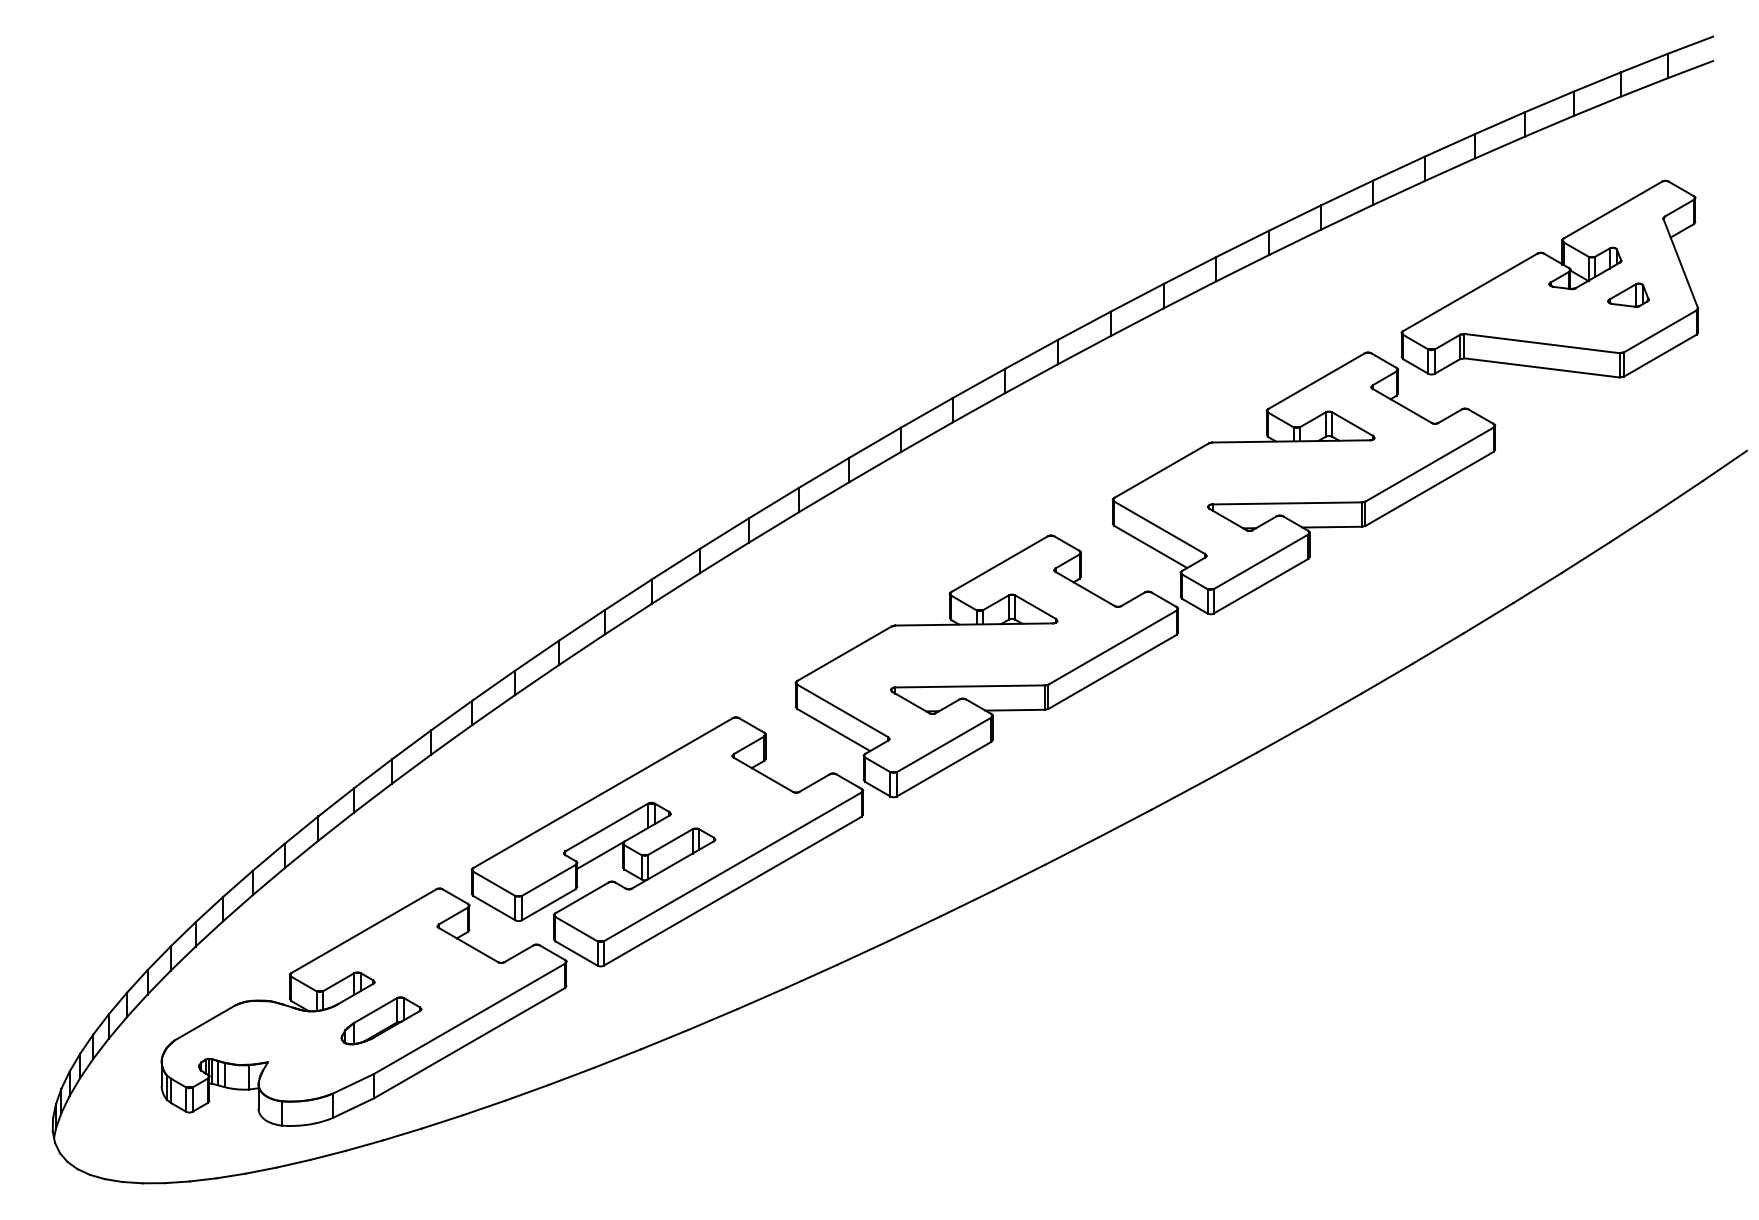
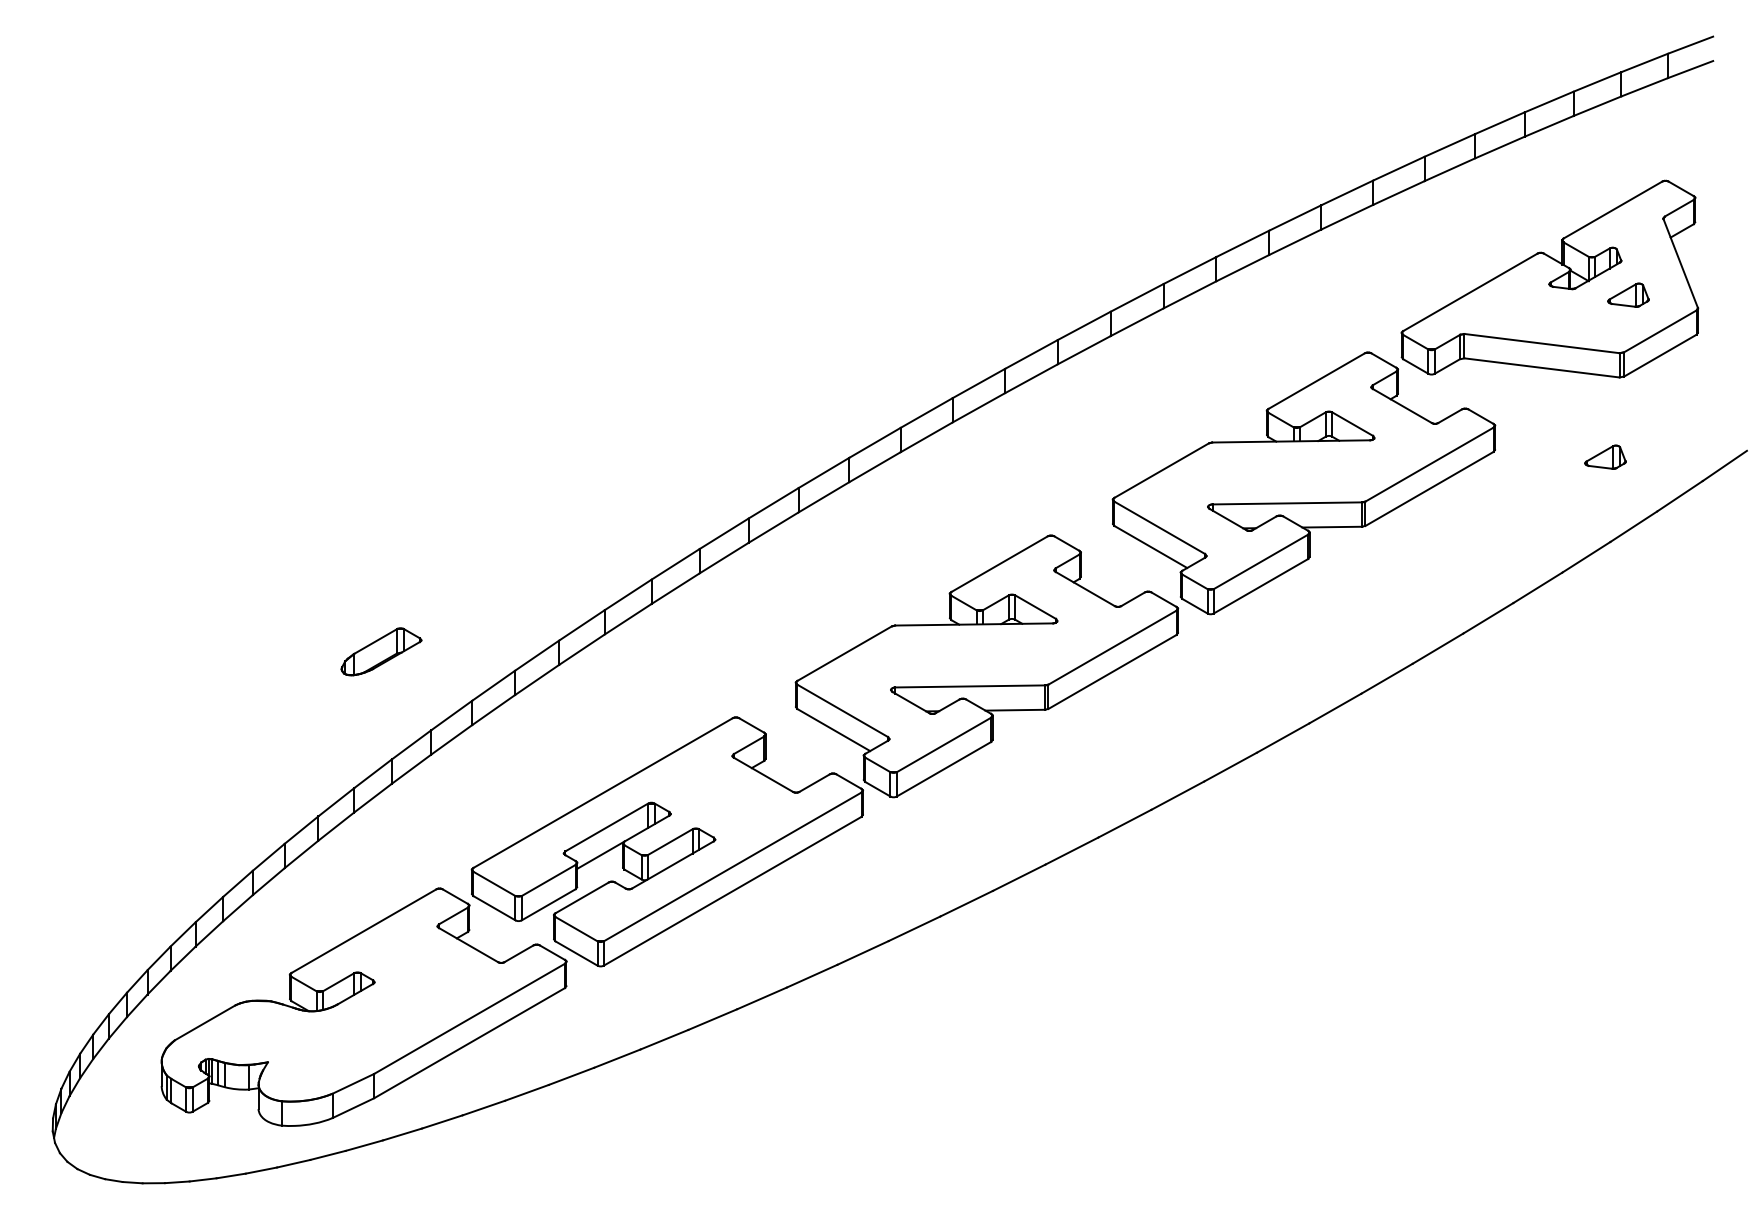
part at (1605, 456): none -> present
part at (381, 1020) position: (381, 1020) -> (381, 651)
